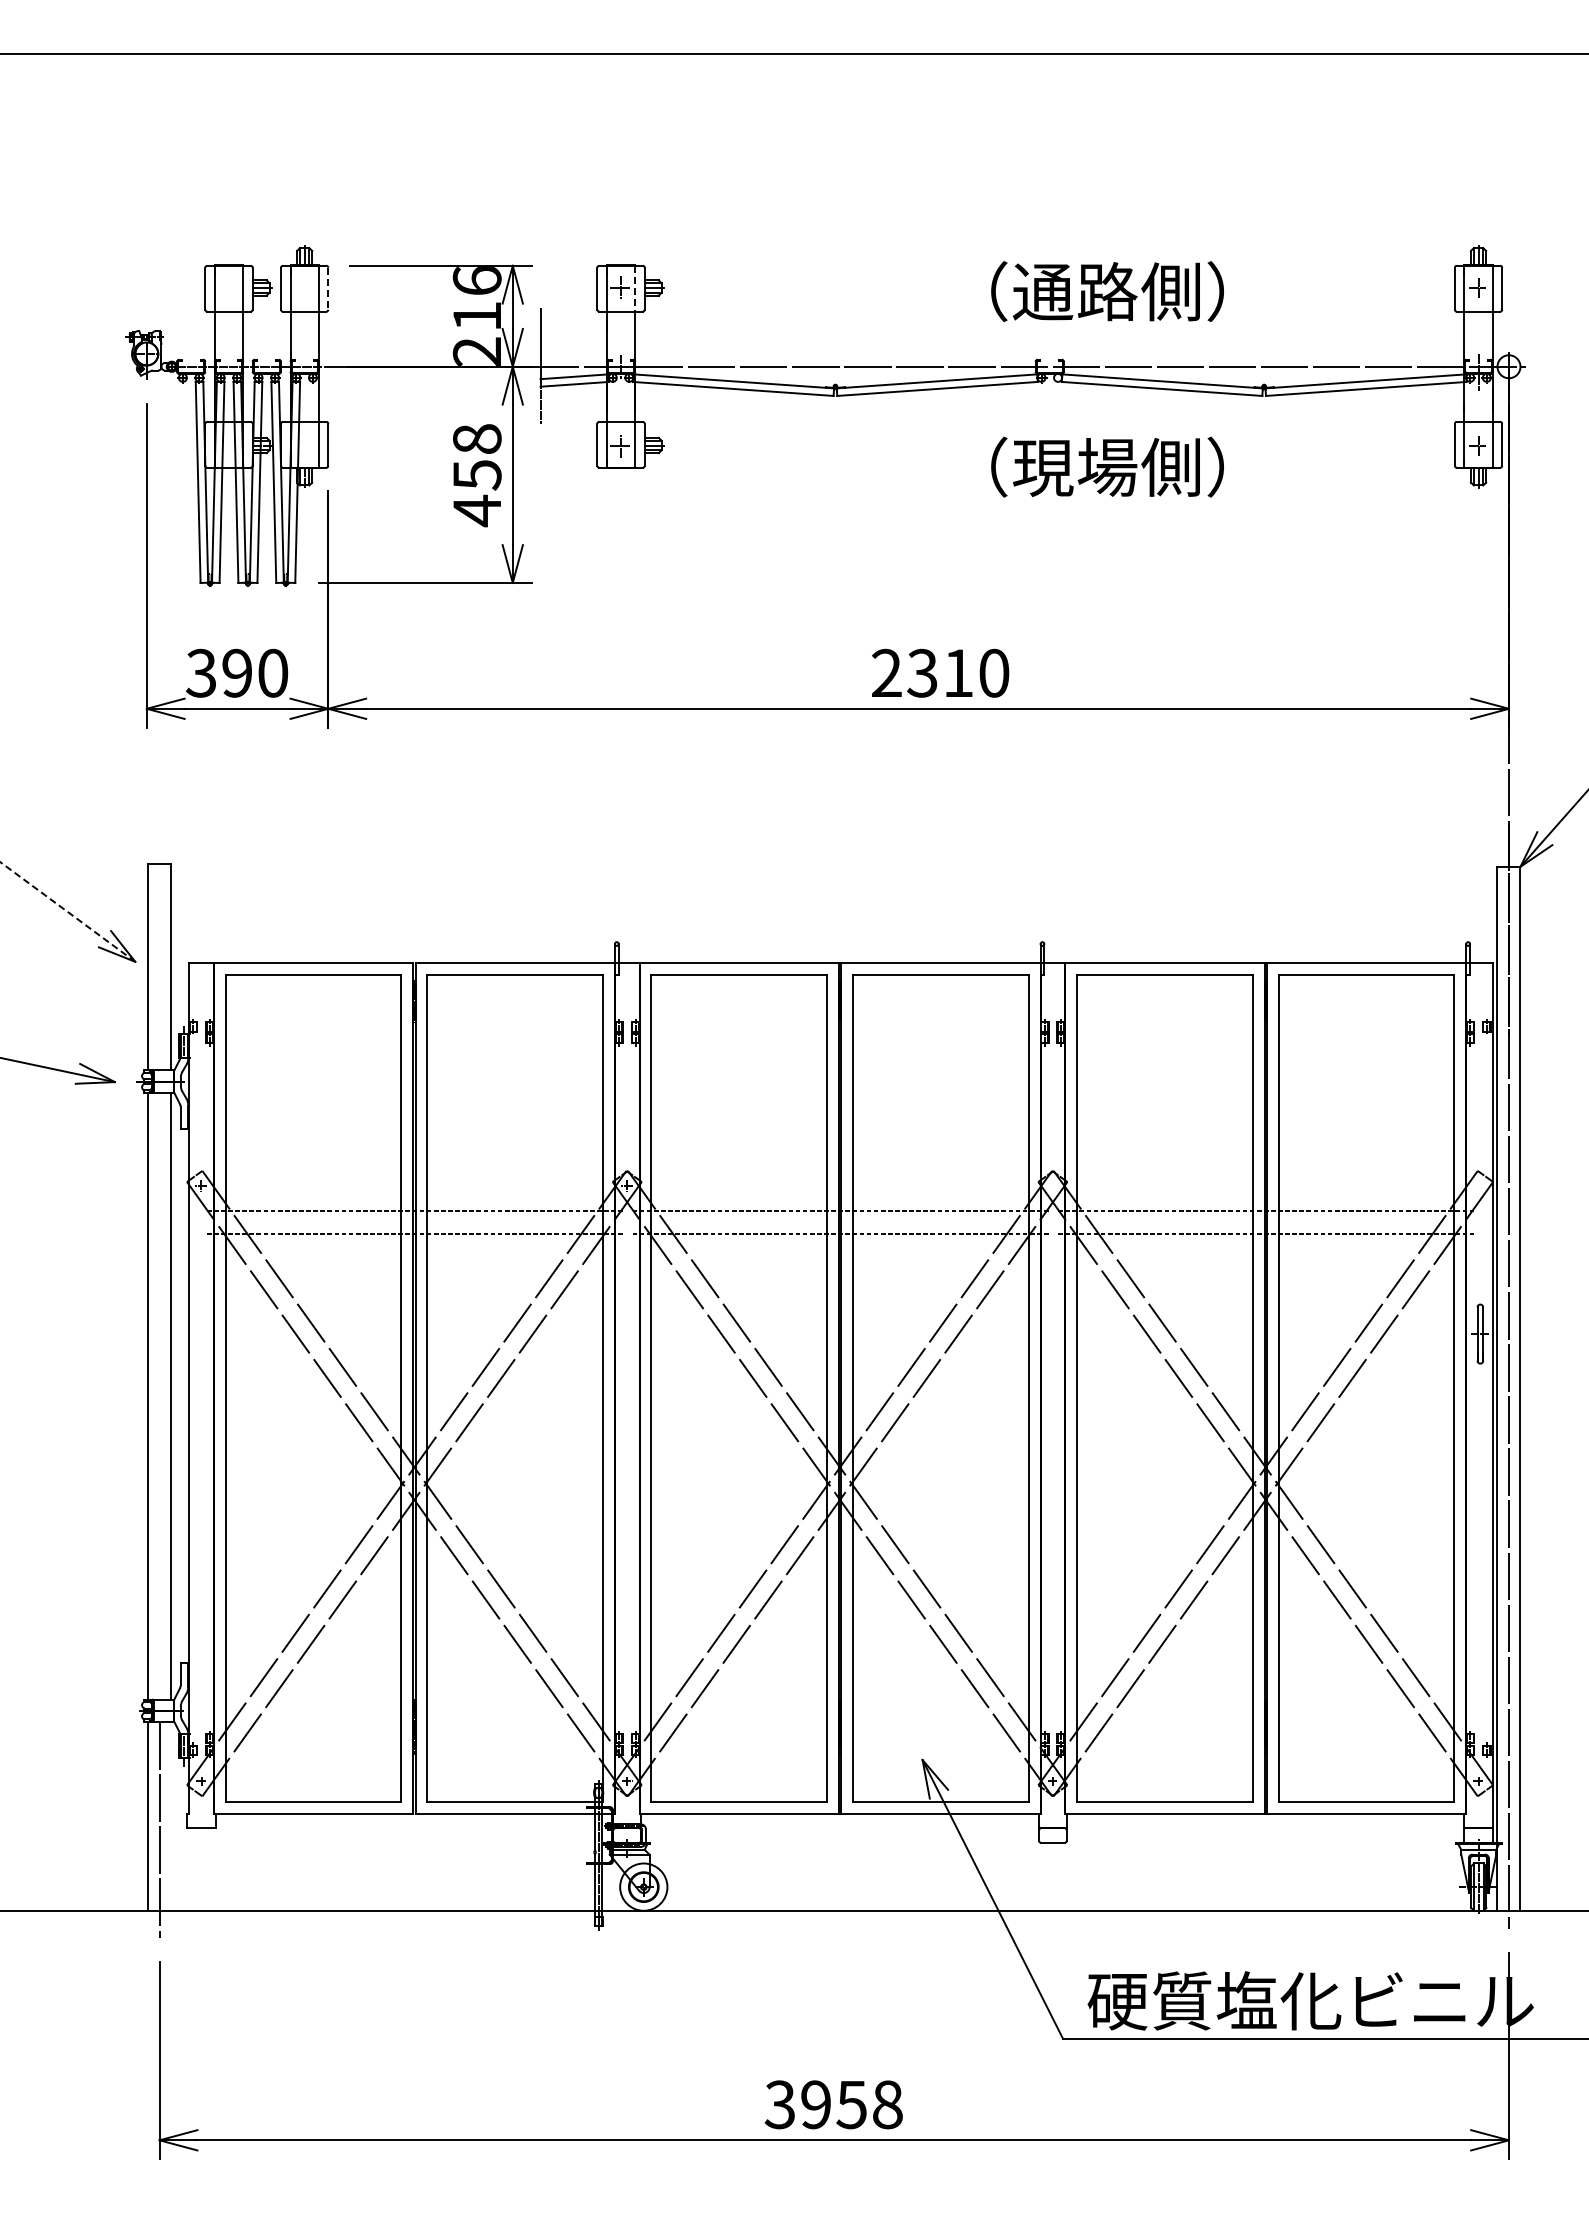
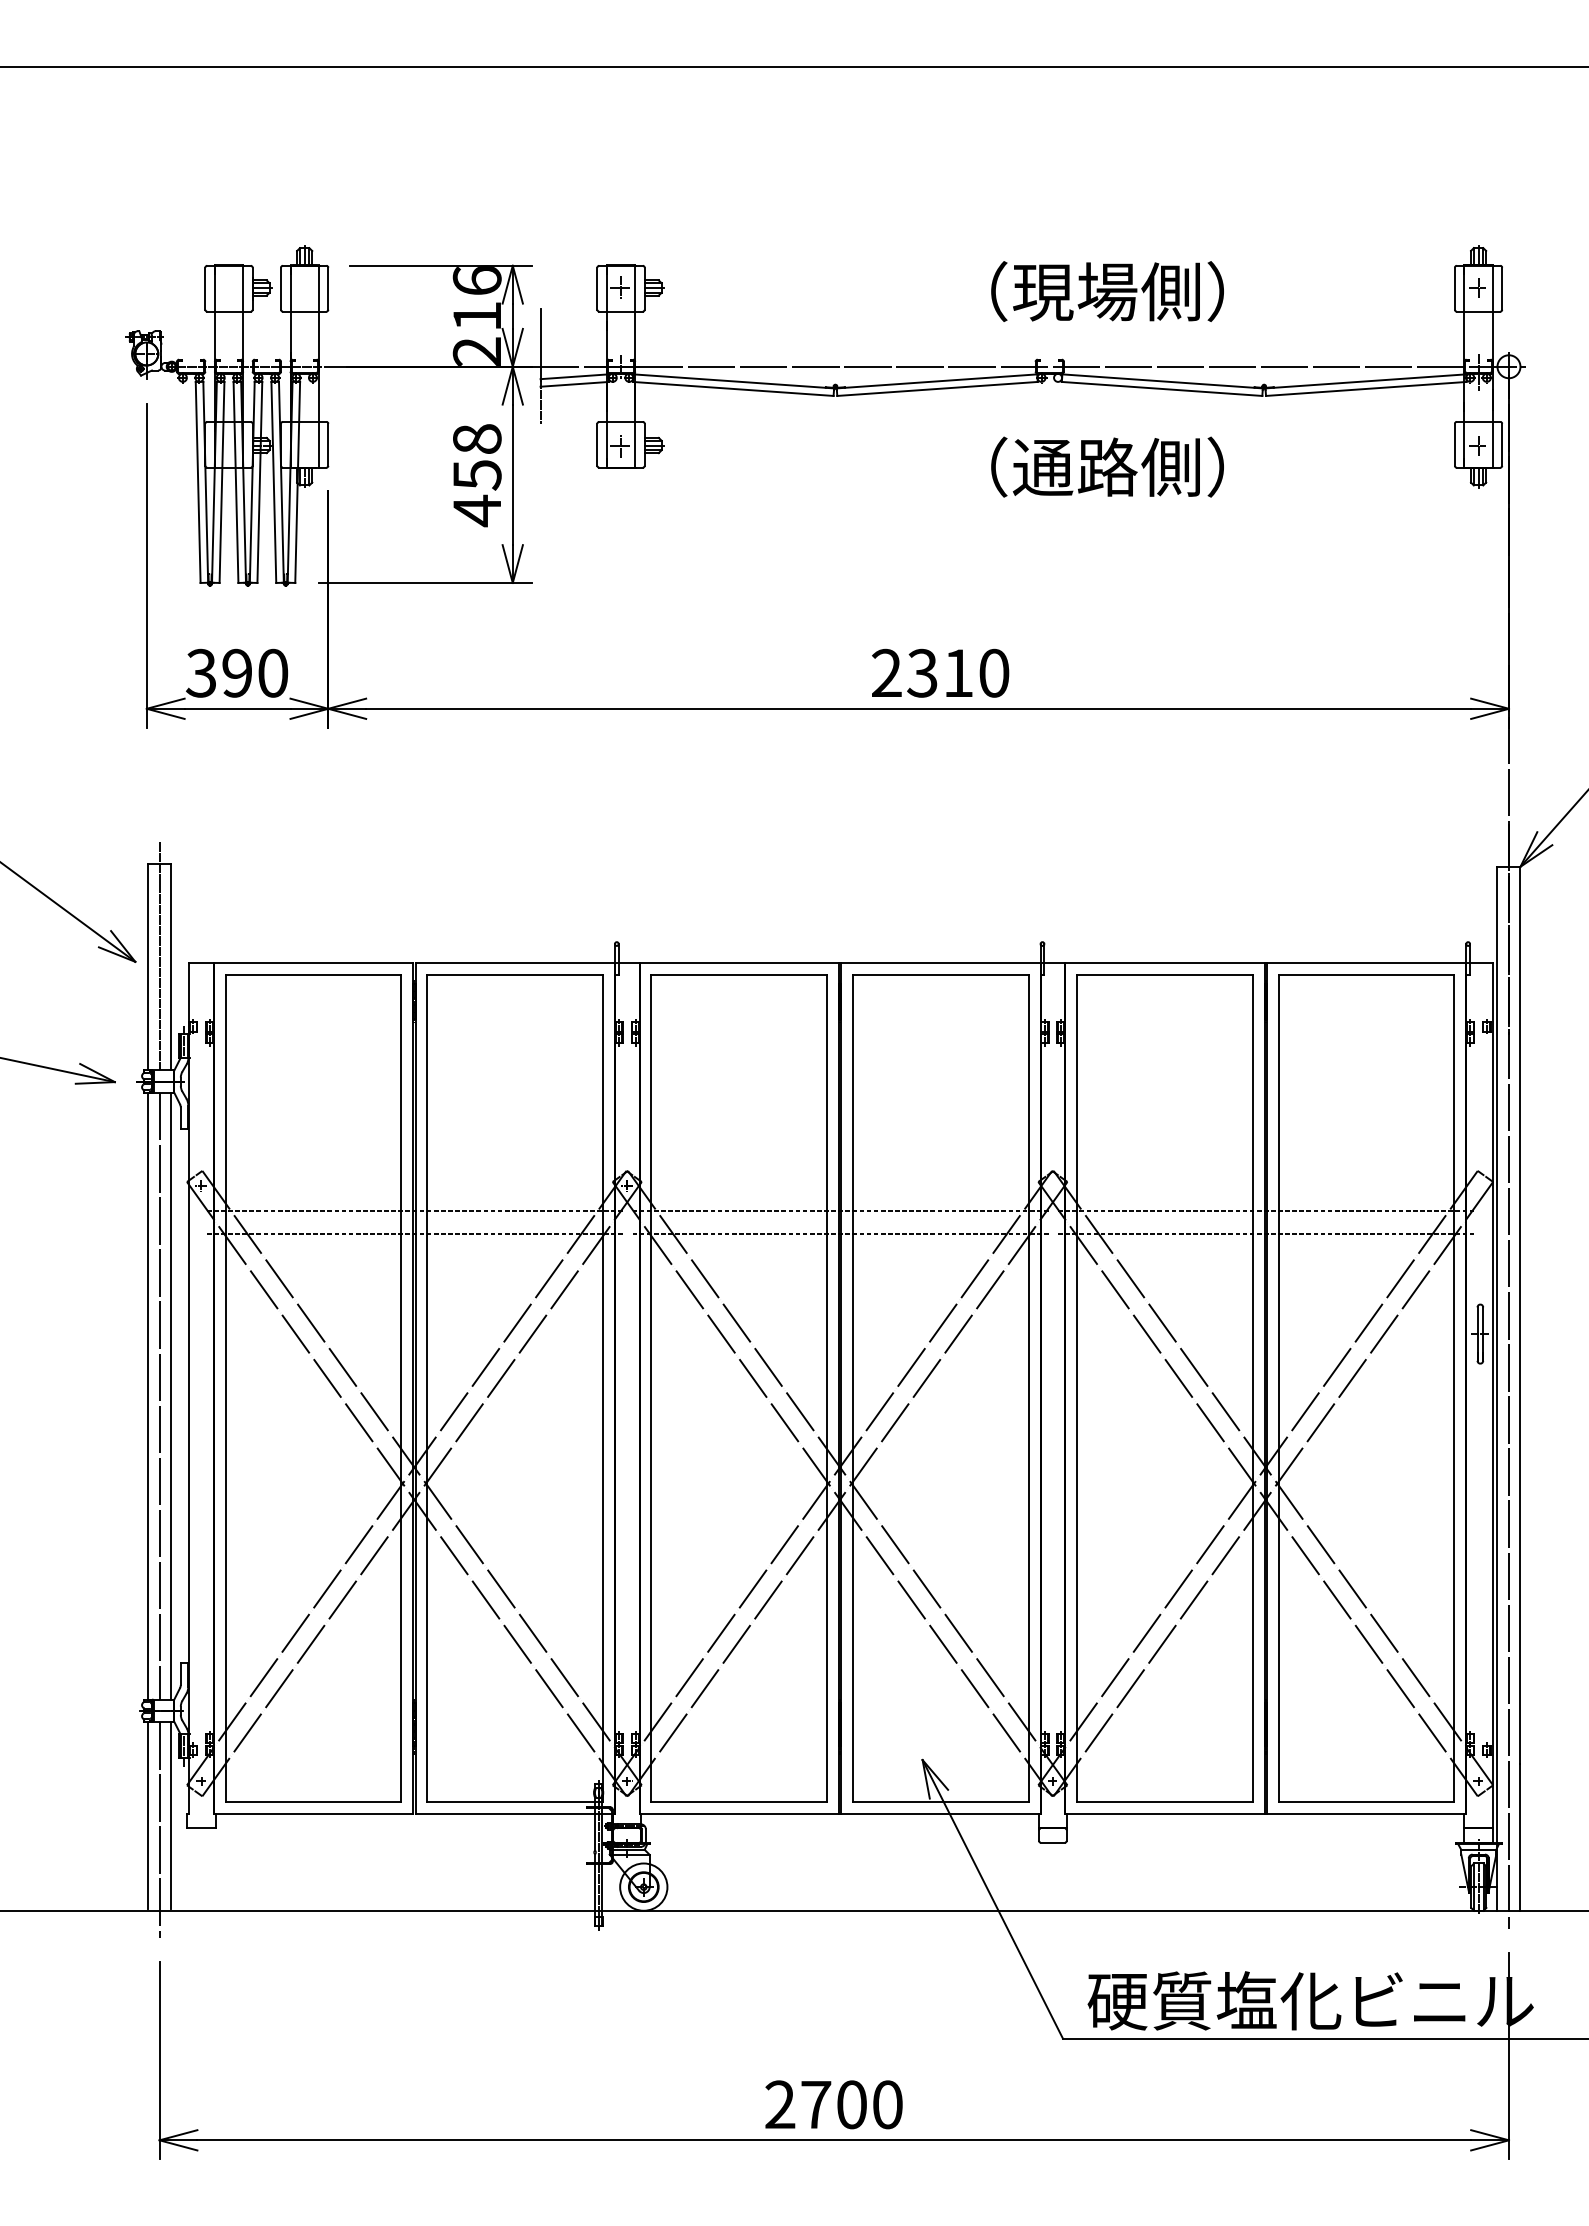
line at (793, 53) position: (793, 53) -> (793, 66)
line at (635, 288): dashed -> solid
line at (328, 289): dashed -> solid
text at (1075, 291): （通路側） -> （現場側）
text at (1074, 466): （現場側） -> （通路側）
line at (67, 912): dashed -> solid
line at (159, 956): none -> present
line at (159, 1396): none -> present
line at (171, 1814): none -> present
text at (833, 2104): 3958 -> 2700
